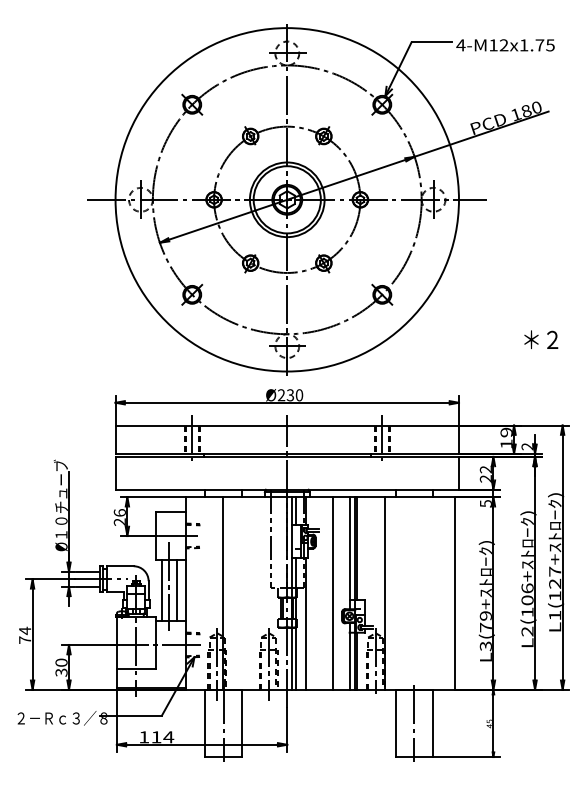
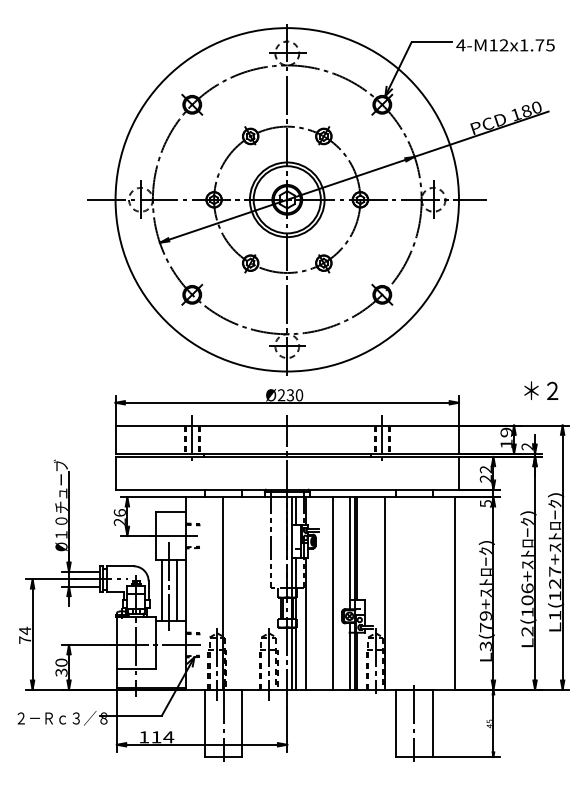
text at (541, 339) position: (541, 339) -> (541, 390)
